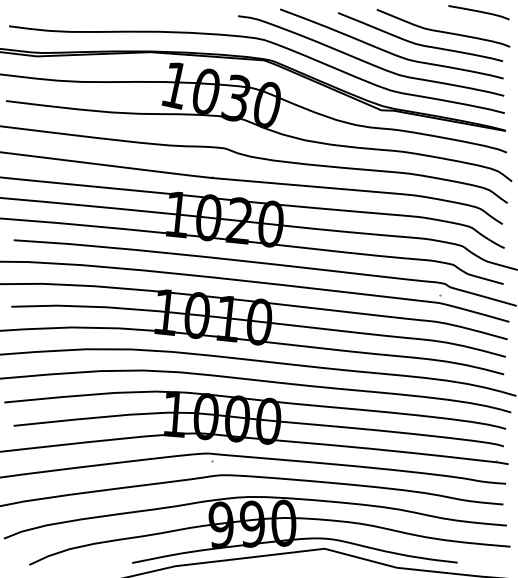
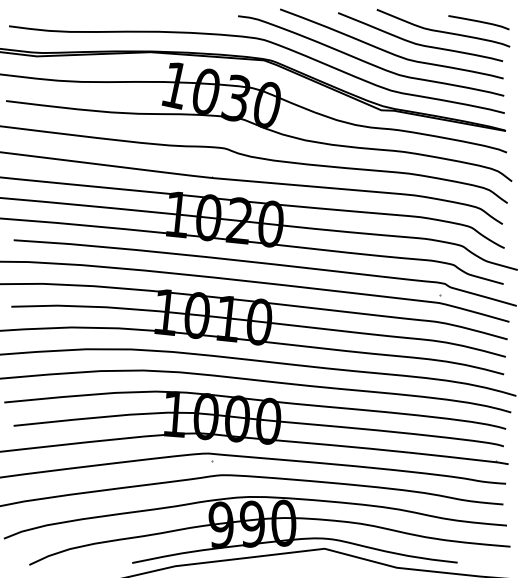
curve at (478, 12) position: (478, 12) -> (478, 22)
